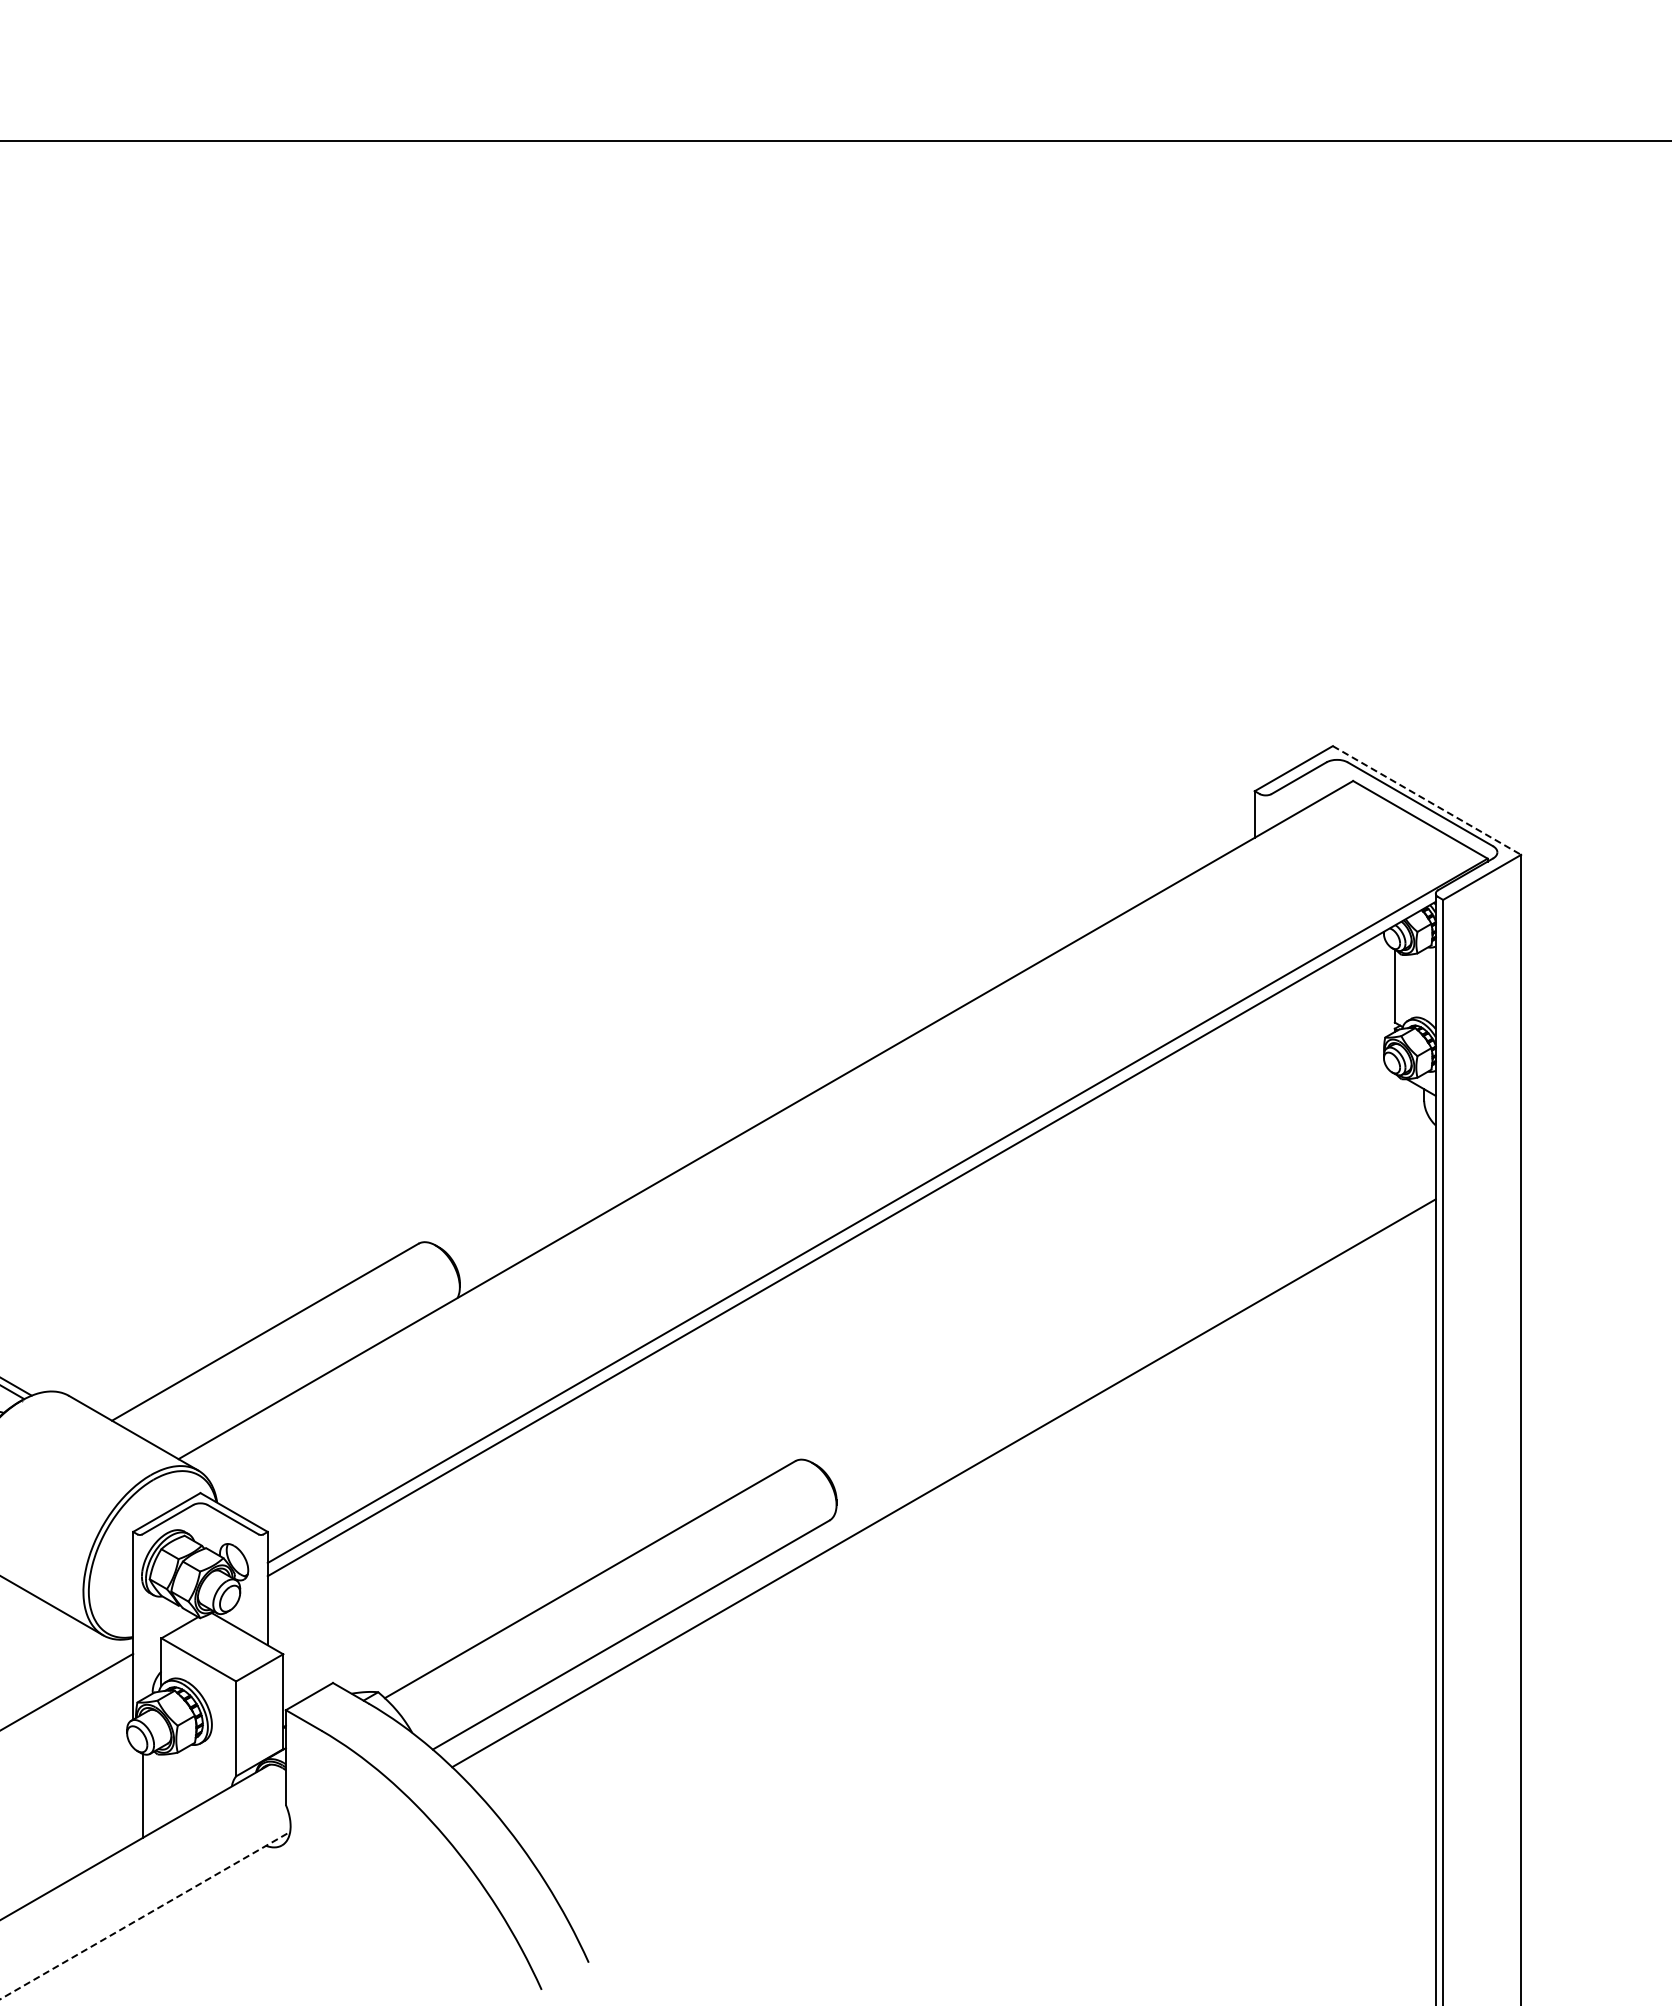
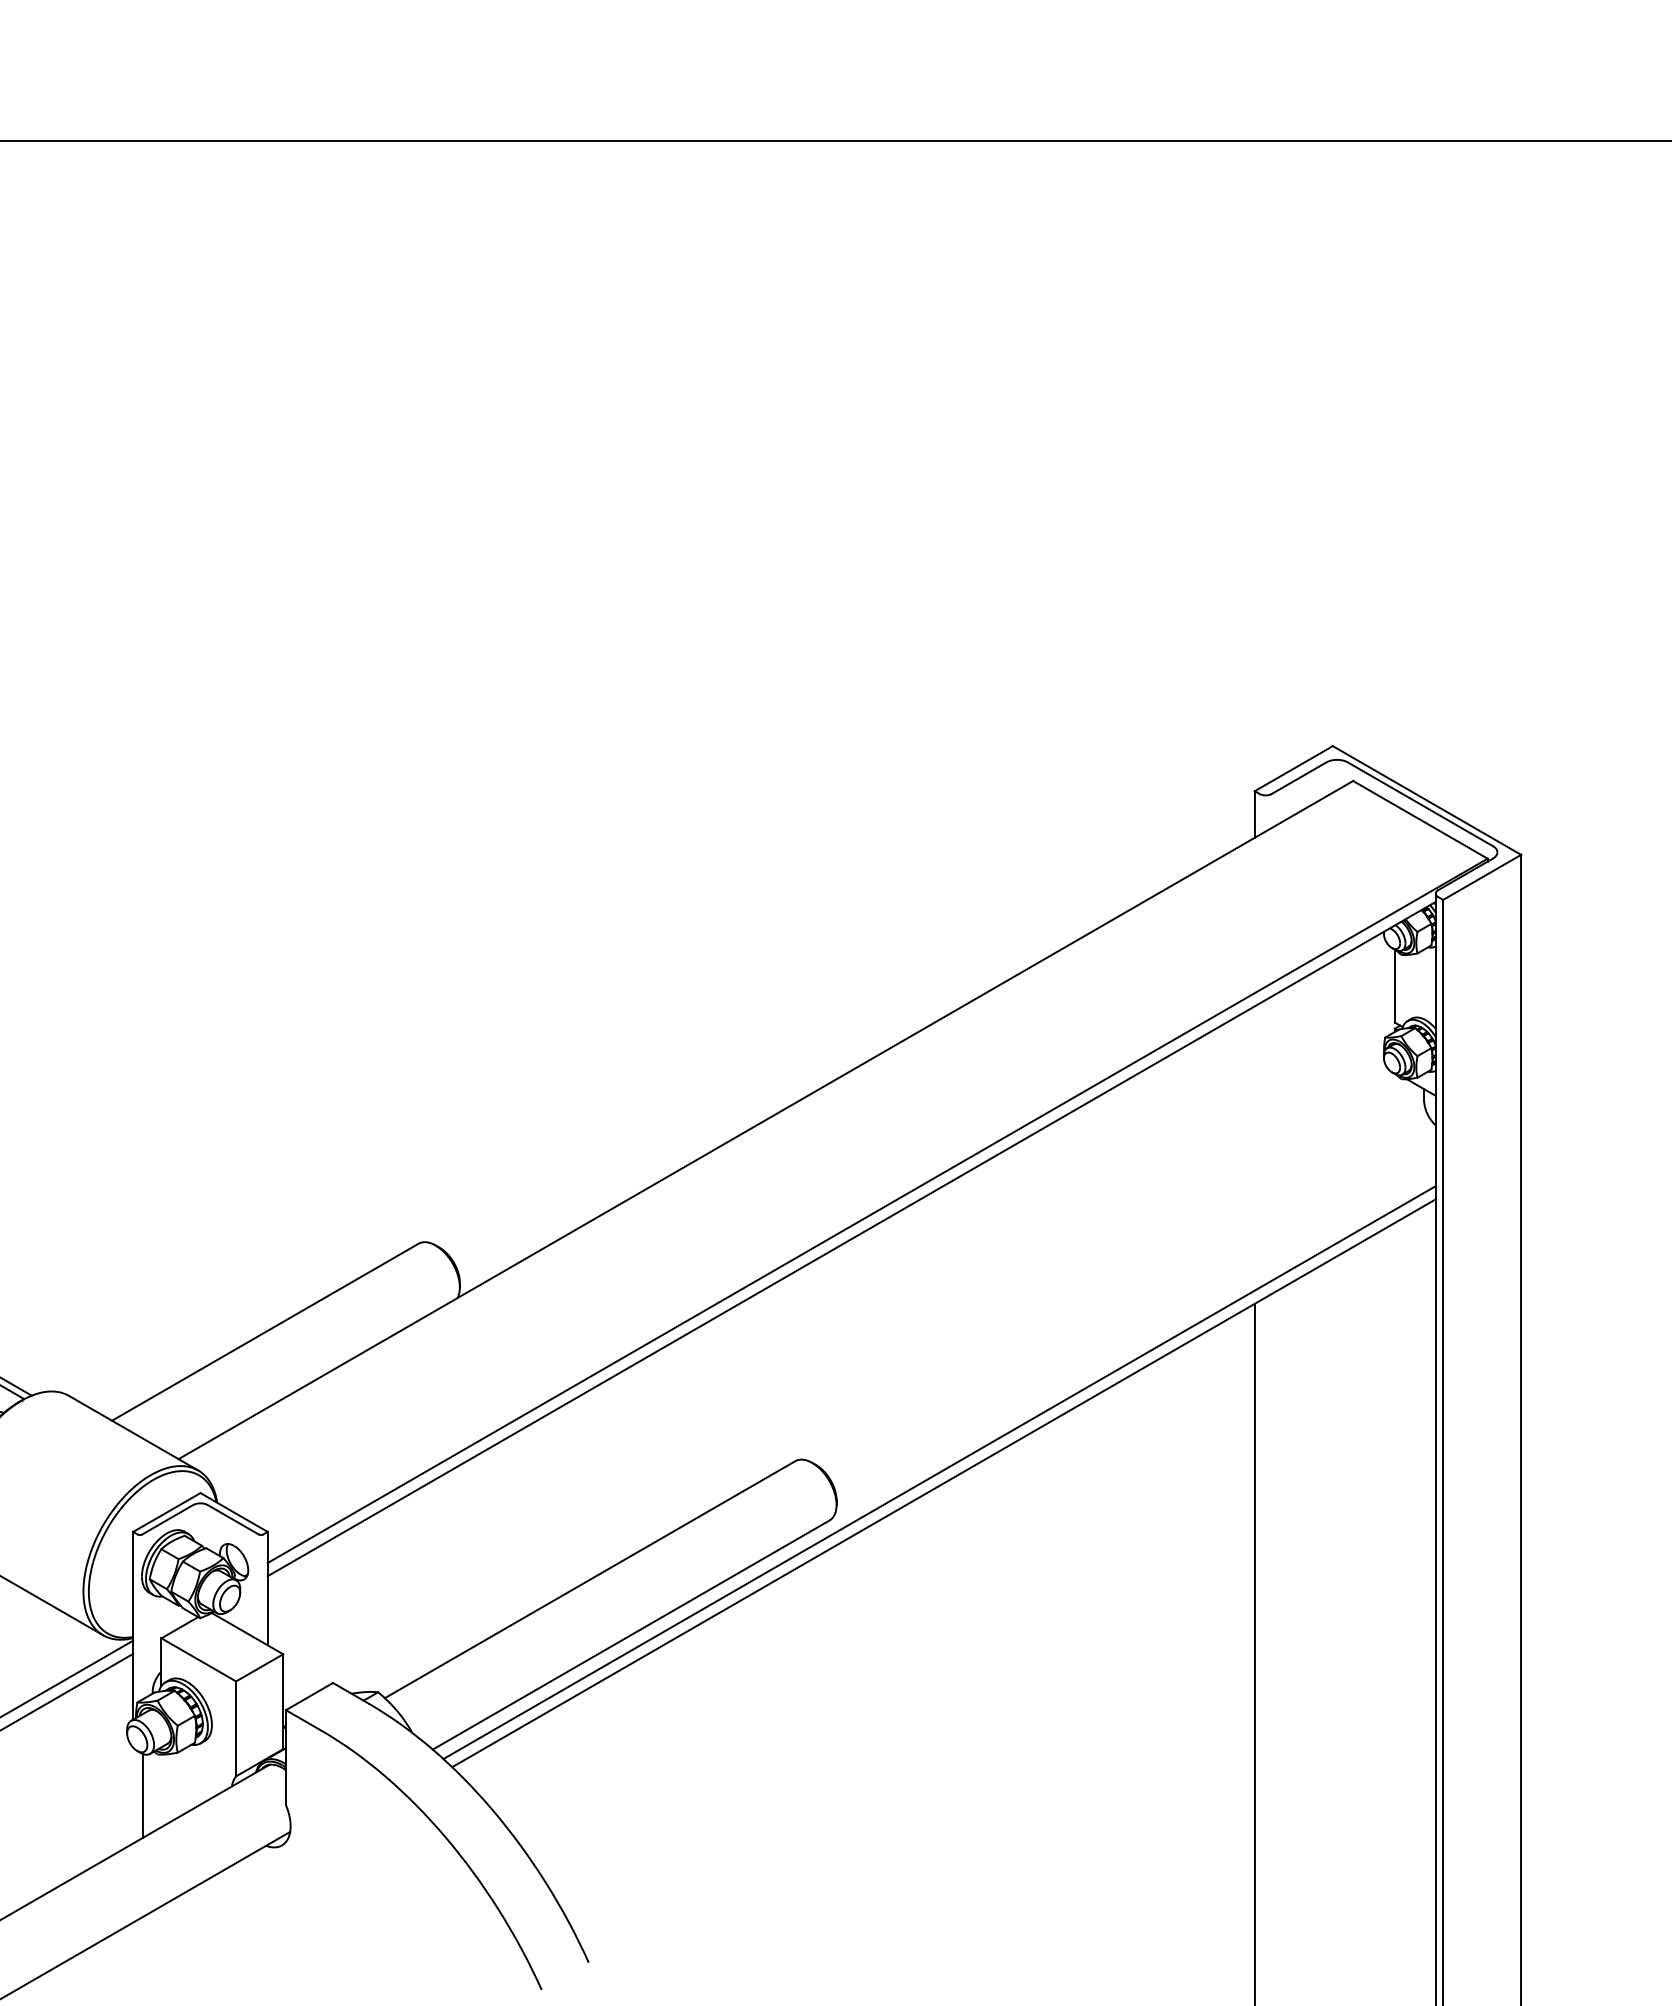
line at (1427, 800): dashed -> solid
line at (939, 1472): none -> present
line at (1254, 1652): none -> present
line at (67, 1678): none -> present
line at (145, 1915): dashed -> solid
